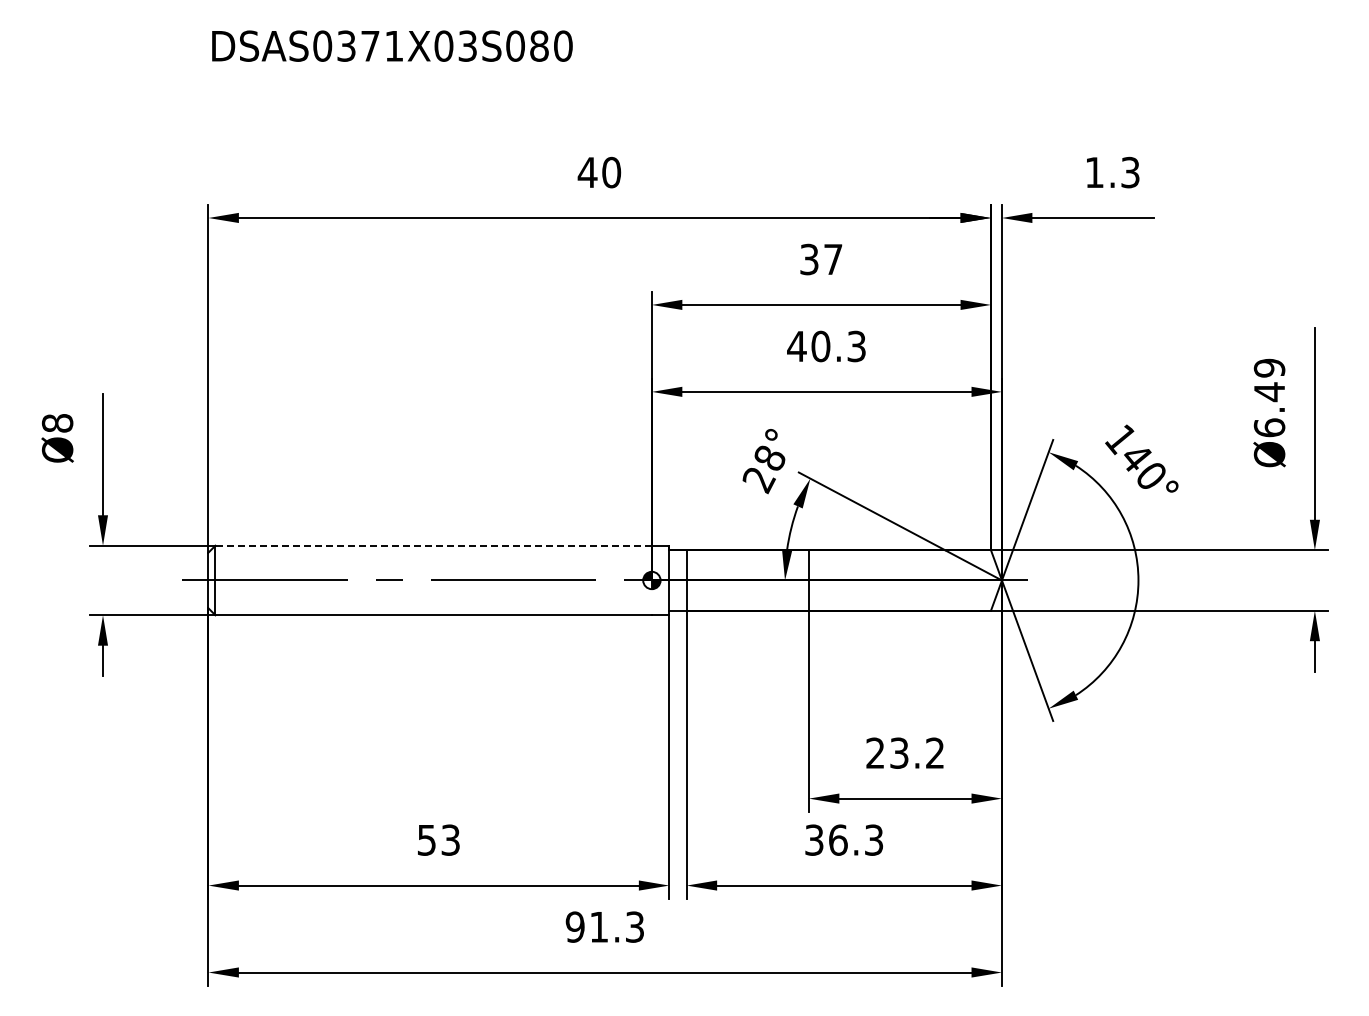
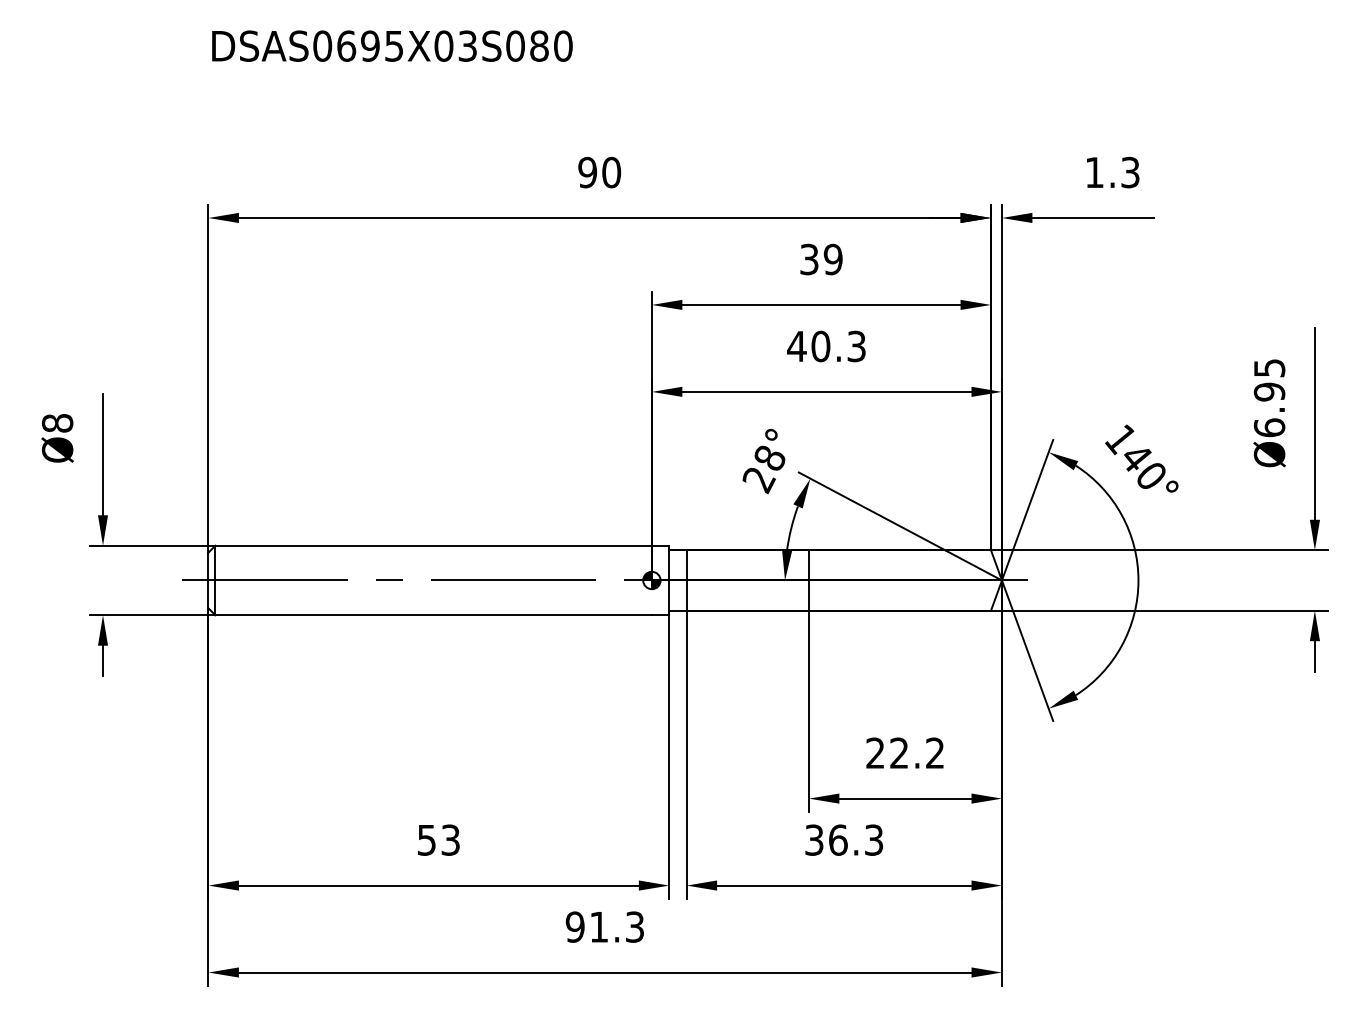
text at (369, 45): DSAS0371X03S080 -> DSAS0695X03S080
text at (587, 172): 40 -> 90
text at (832, 259): 37 -> 39
text at (1269, 380): Ø6.49 -> Ø6.95
line at (433, 545): dashed -> solid
text at (899, 752): 23.2 -> 22.2
